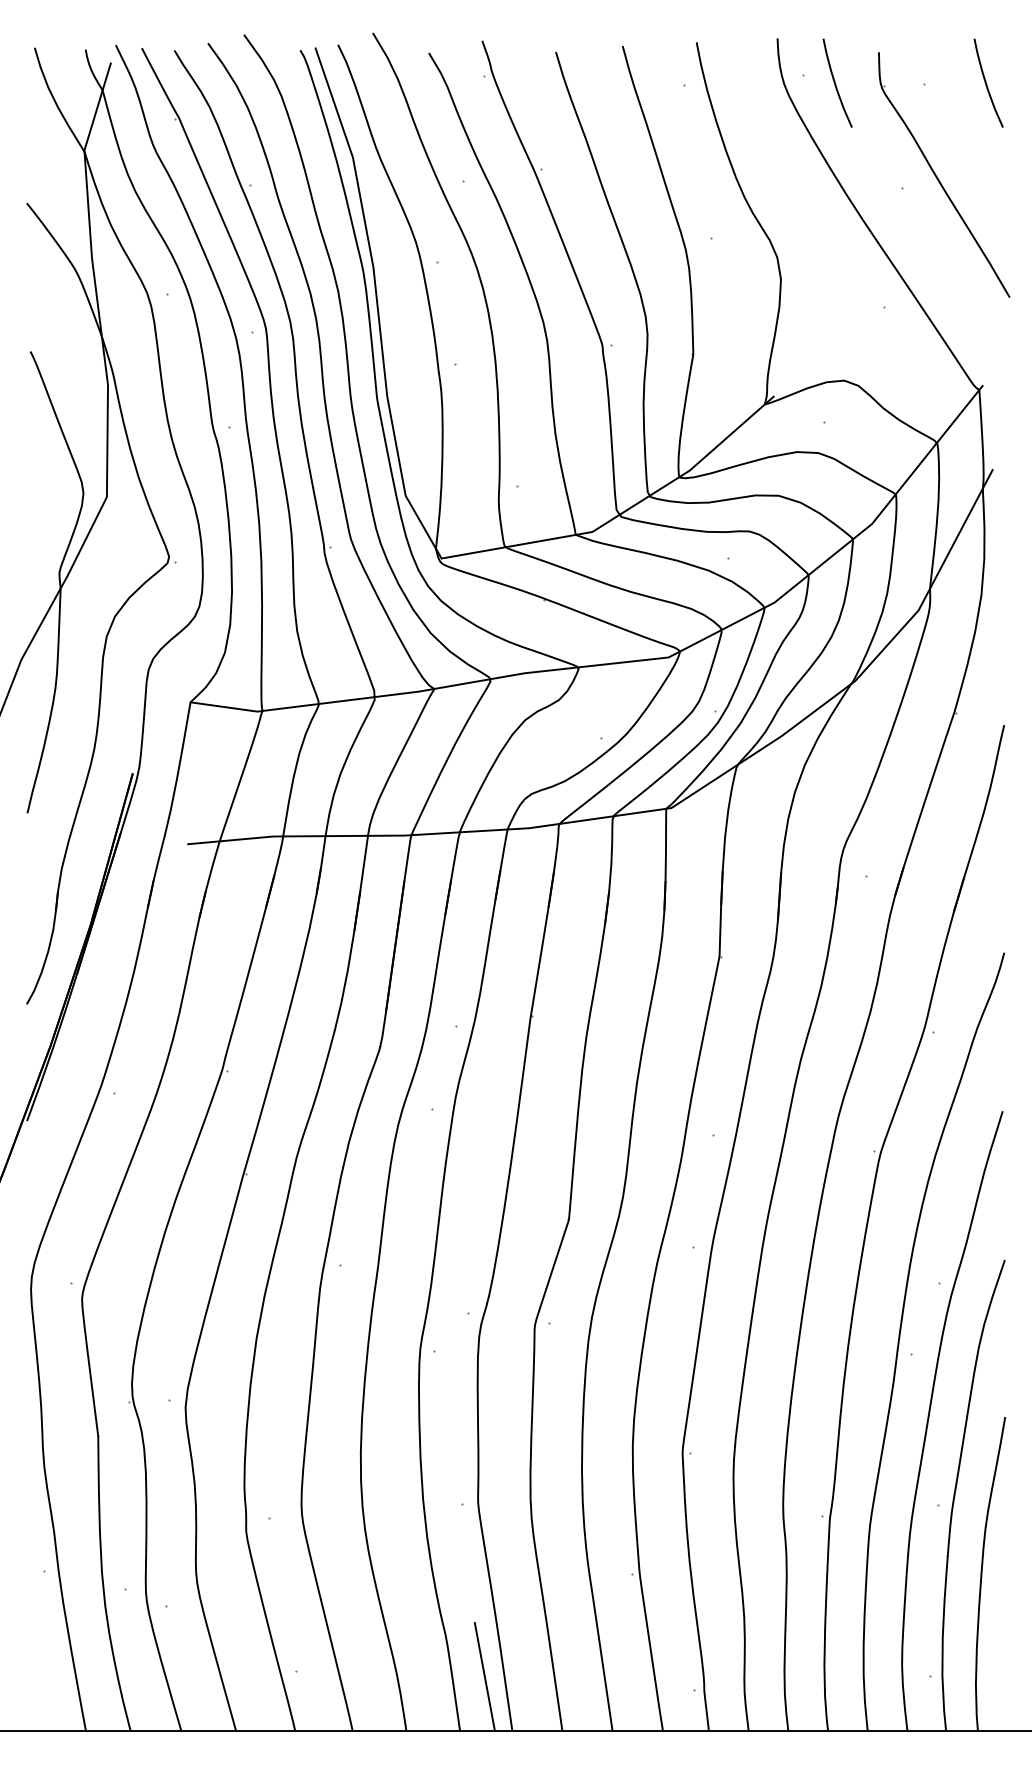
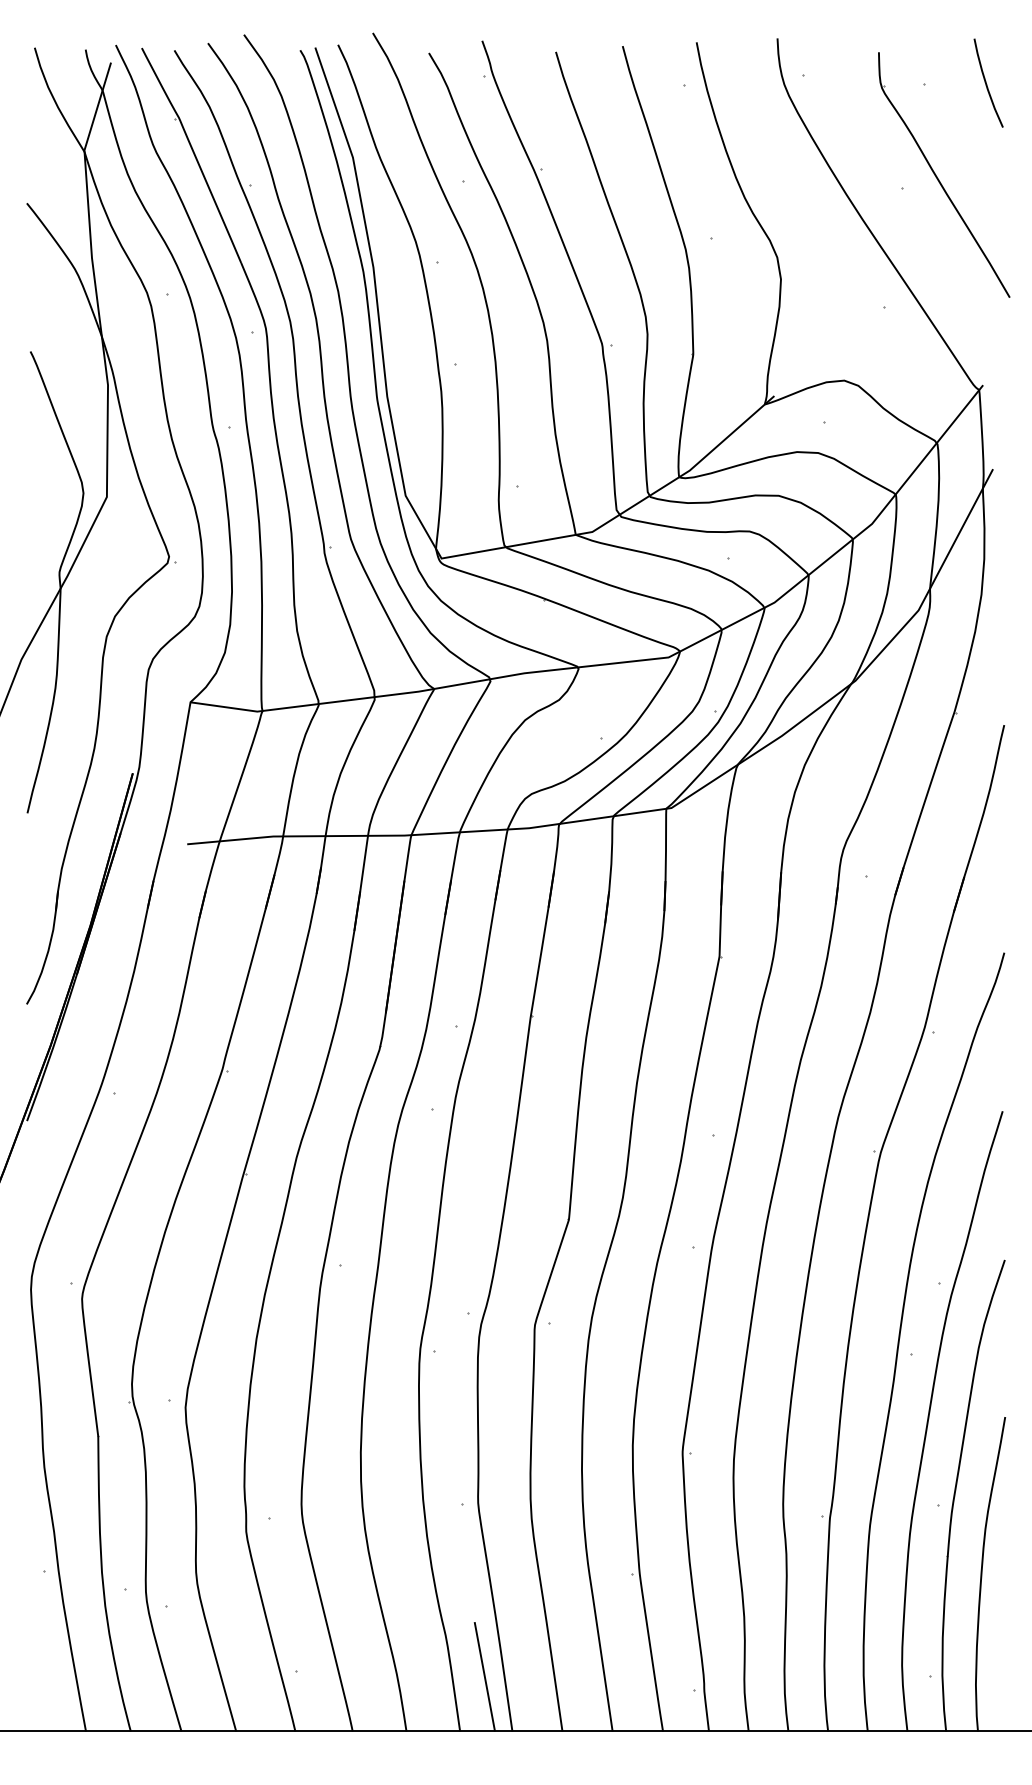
curve at (835, 82): present -> none
